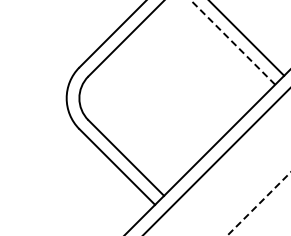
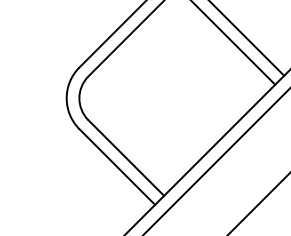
line at (232, 42): dashed -> solid
line at (258, 204): dashed -> solid
